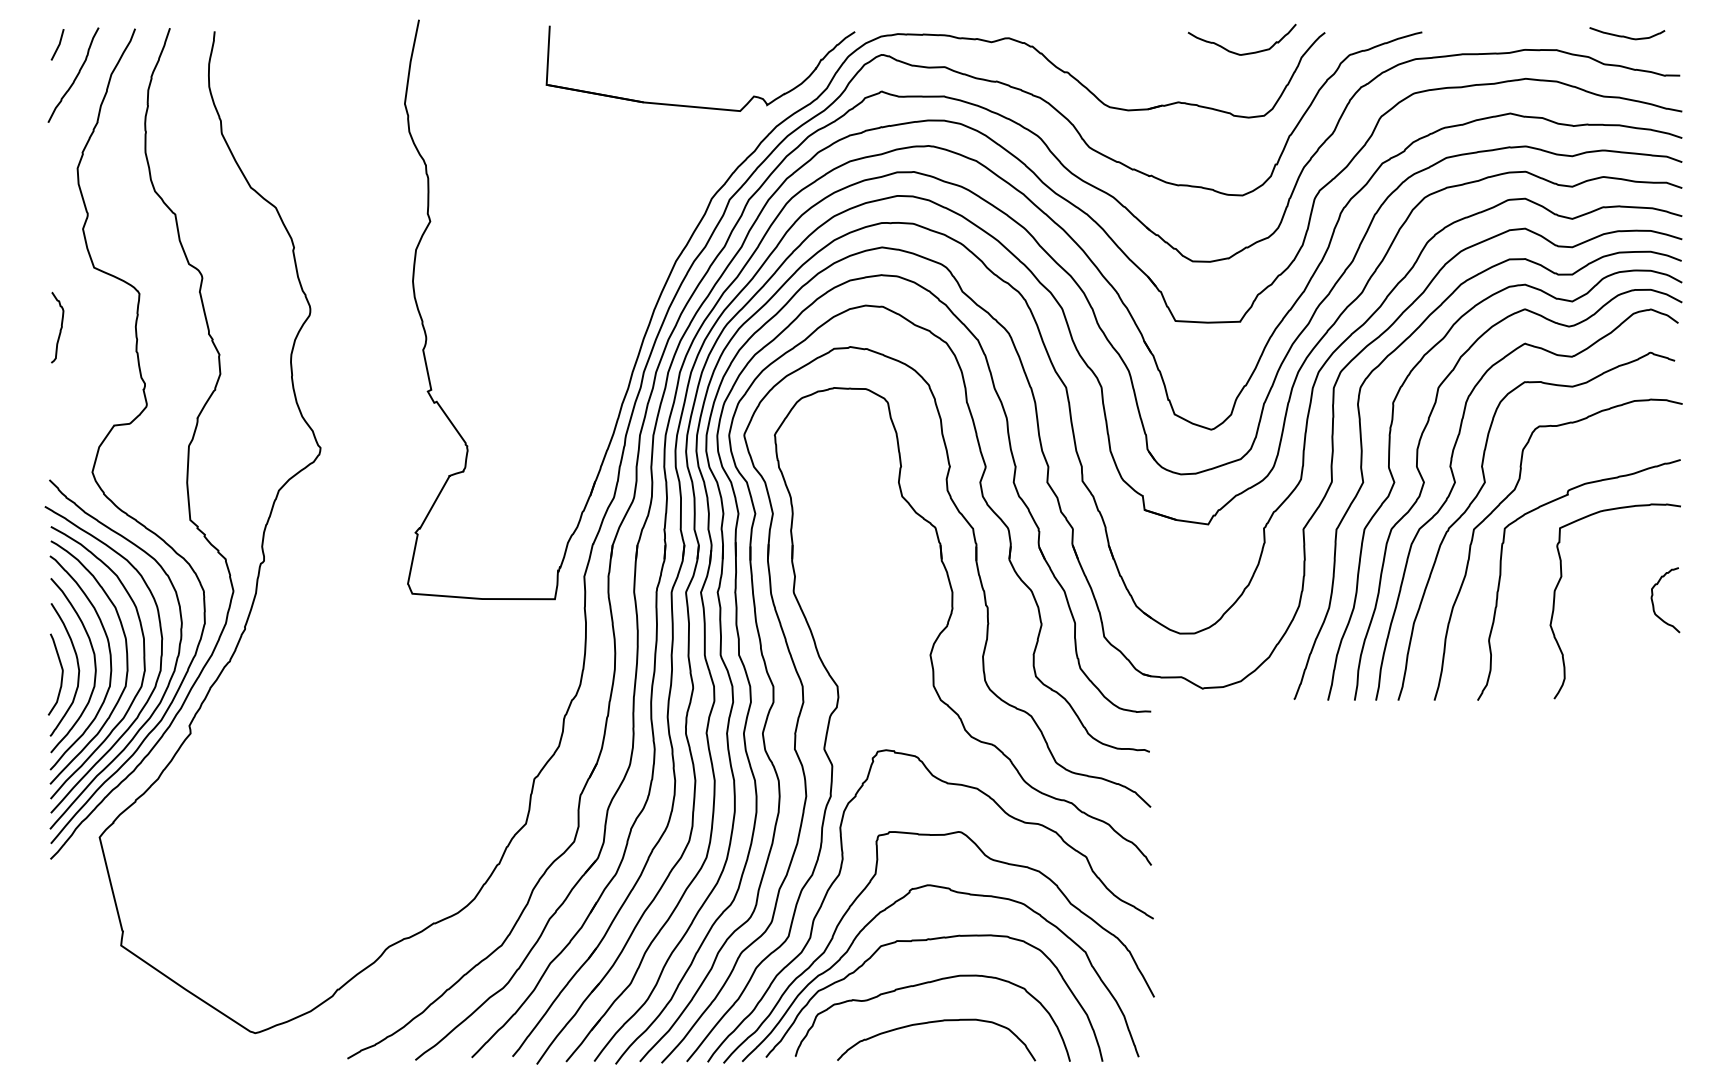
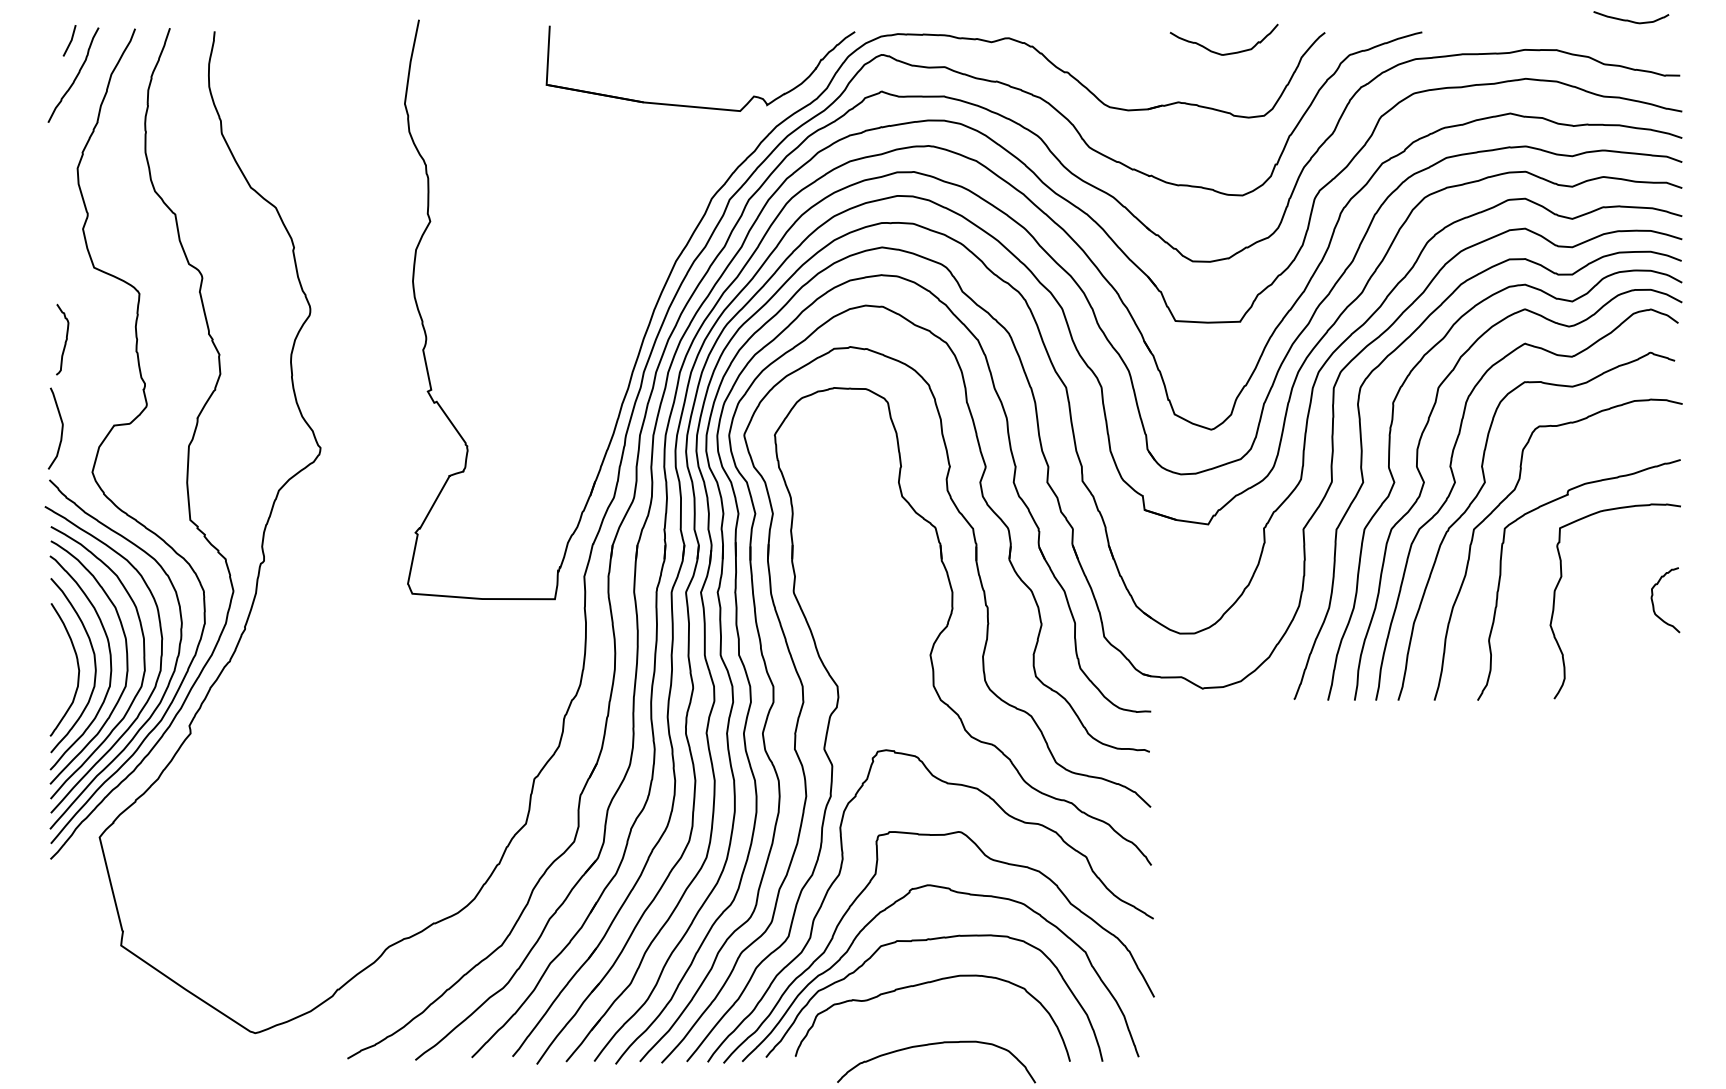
curve at (1627, 36) position: (1627, 36) -> (1631, 20)
curve at (58, 44) position: (58, 44) -> (70, 40)
curve at (1236, 52) position: (1236, 52) -> (1218, 52)
curve at (60, 327) position: (60, 327) -> (65, 339)
curve at (61, 674) position: (61, 674) -> (61, 428)
curve at (936, 1022) position: (936, 1022) -> (936, 1044)
